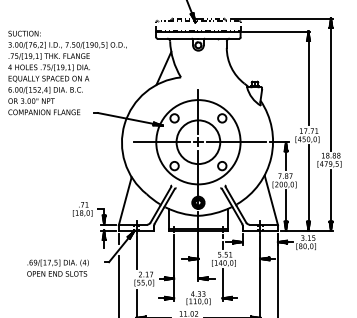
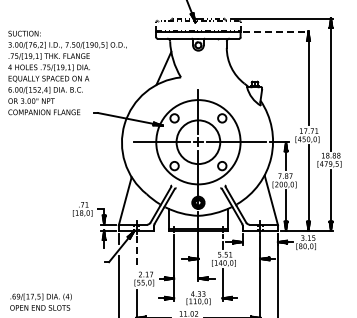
line at (276, 31): solid -> dashed
line at (136, 253): solid -> dashed
text at (57, 267) position: (57, 267) -> (40, 301)
